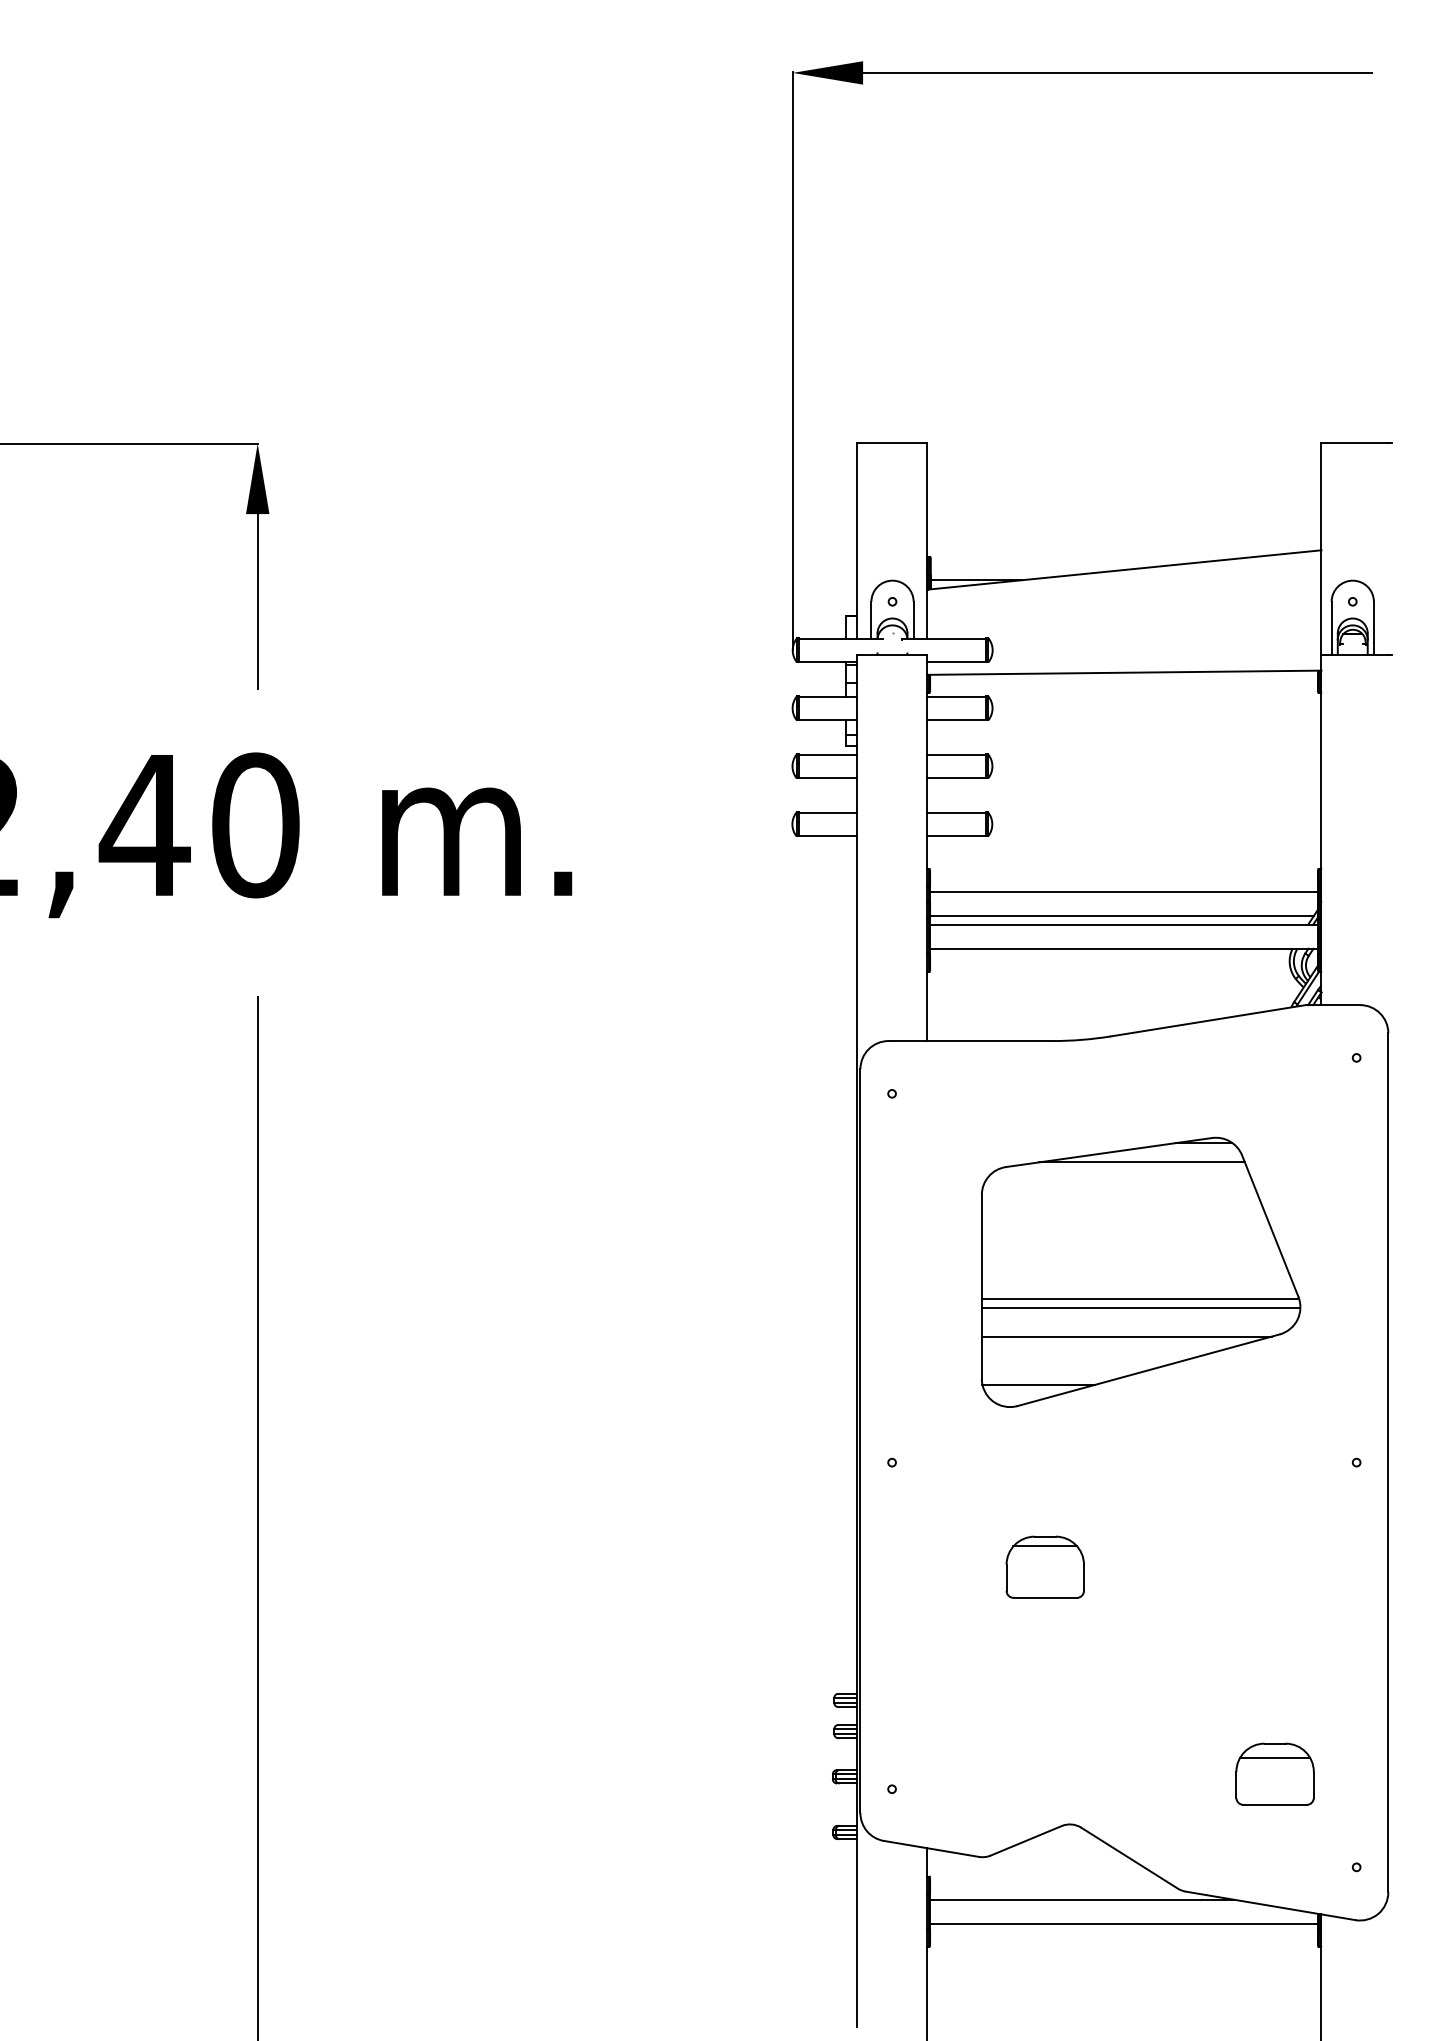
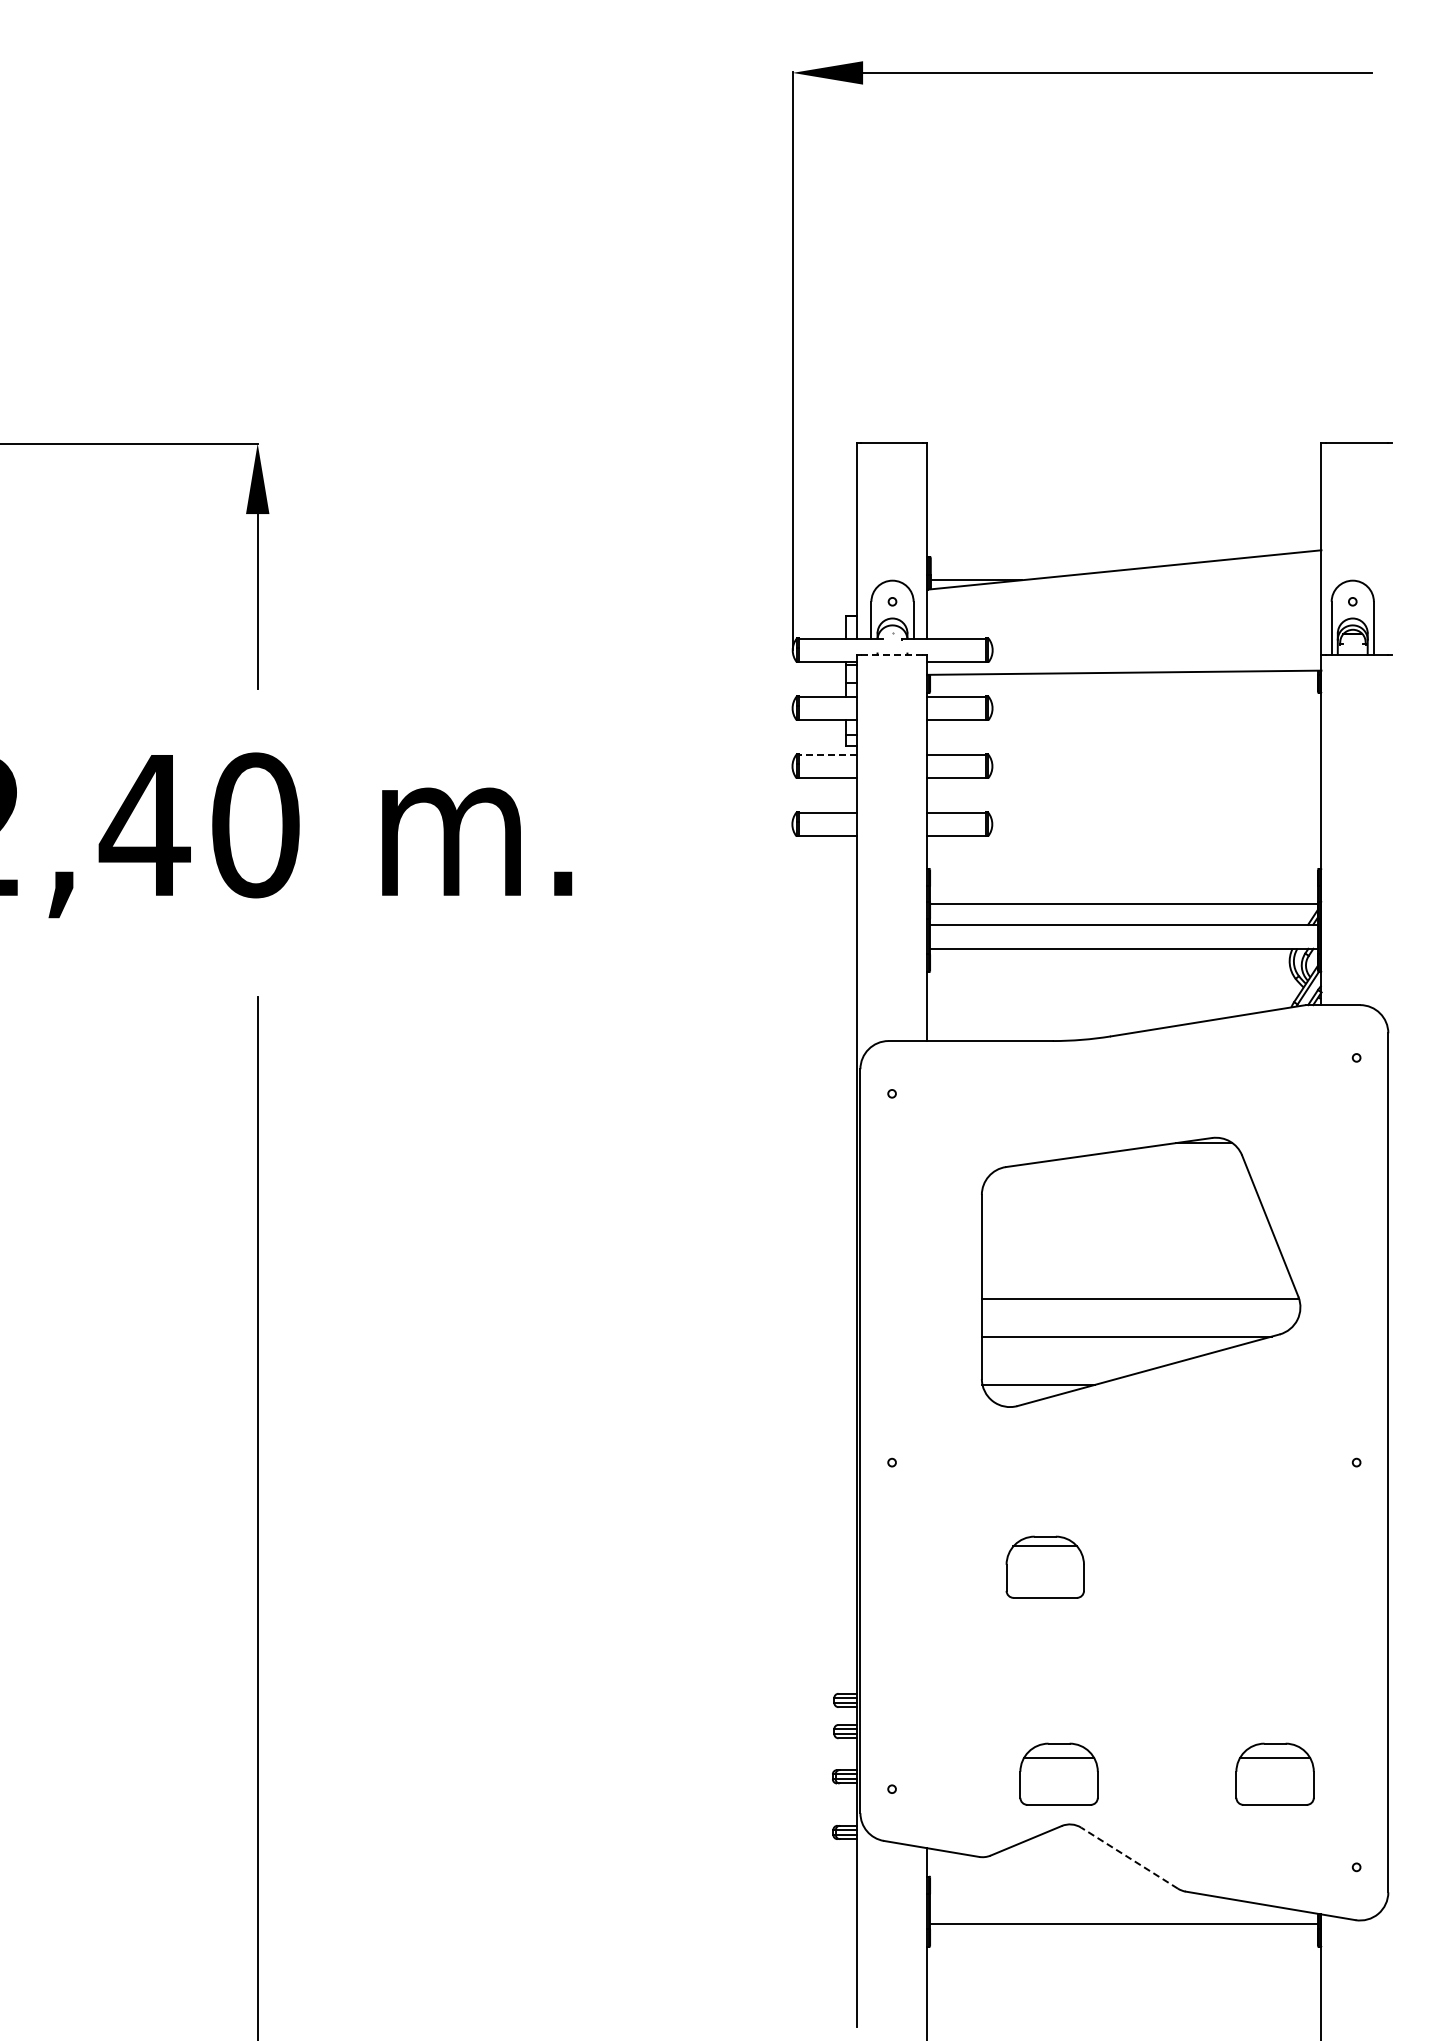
line at (892, 654): solid -> dashed
line at (827, 754): solid -> dashed
line at (1123, 892) position: (1123, 892) -> (1123, 904)
line at (1121, 916): present -> none
line at (1141, 1162): present -> none
line at (1140, 1308): present -> none
part at (1058, 1773): none -> present
line at (1129, 1857): solid -> dashed
line at (1081, 1899): present -> none
